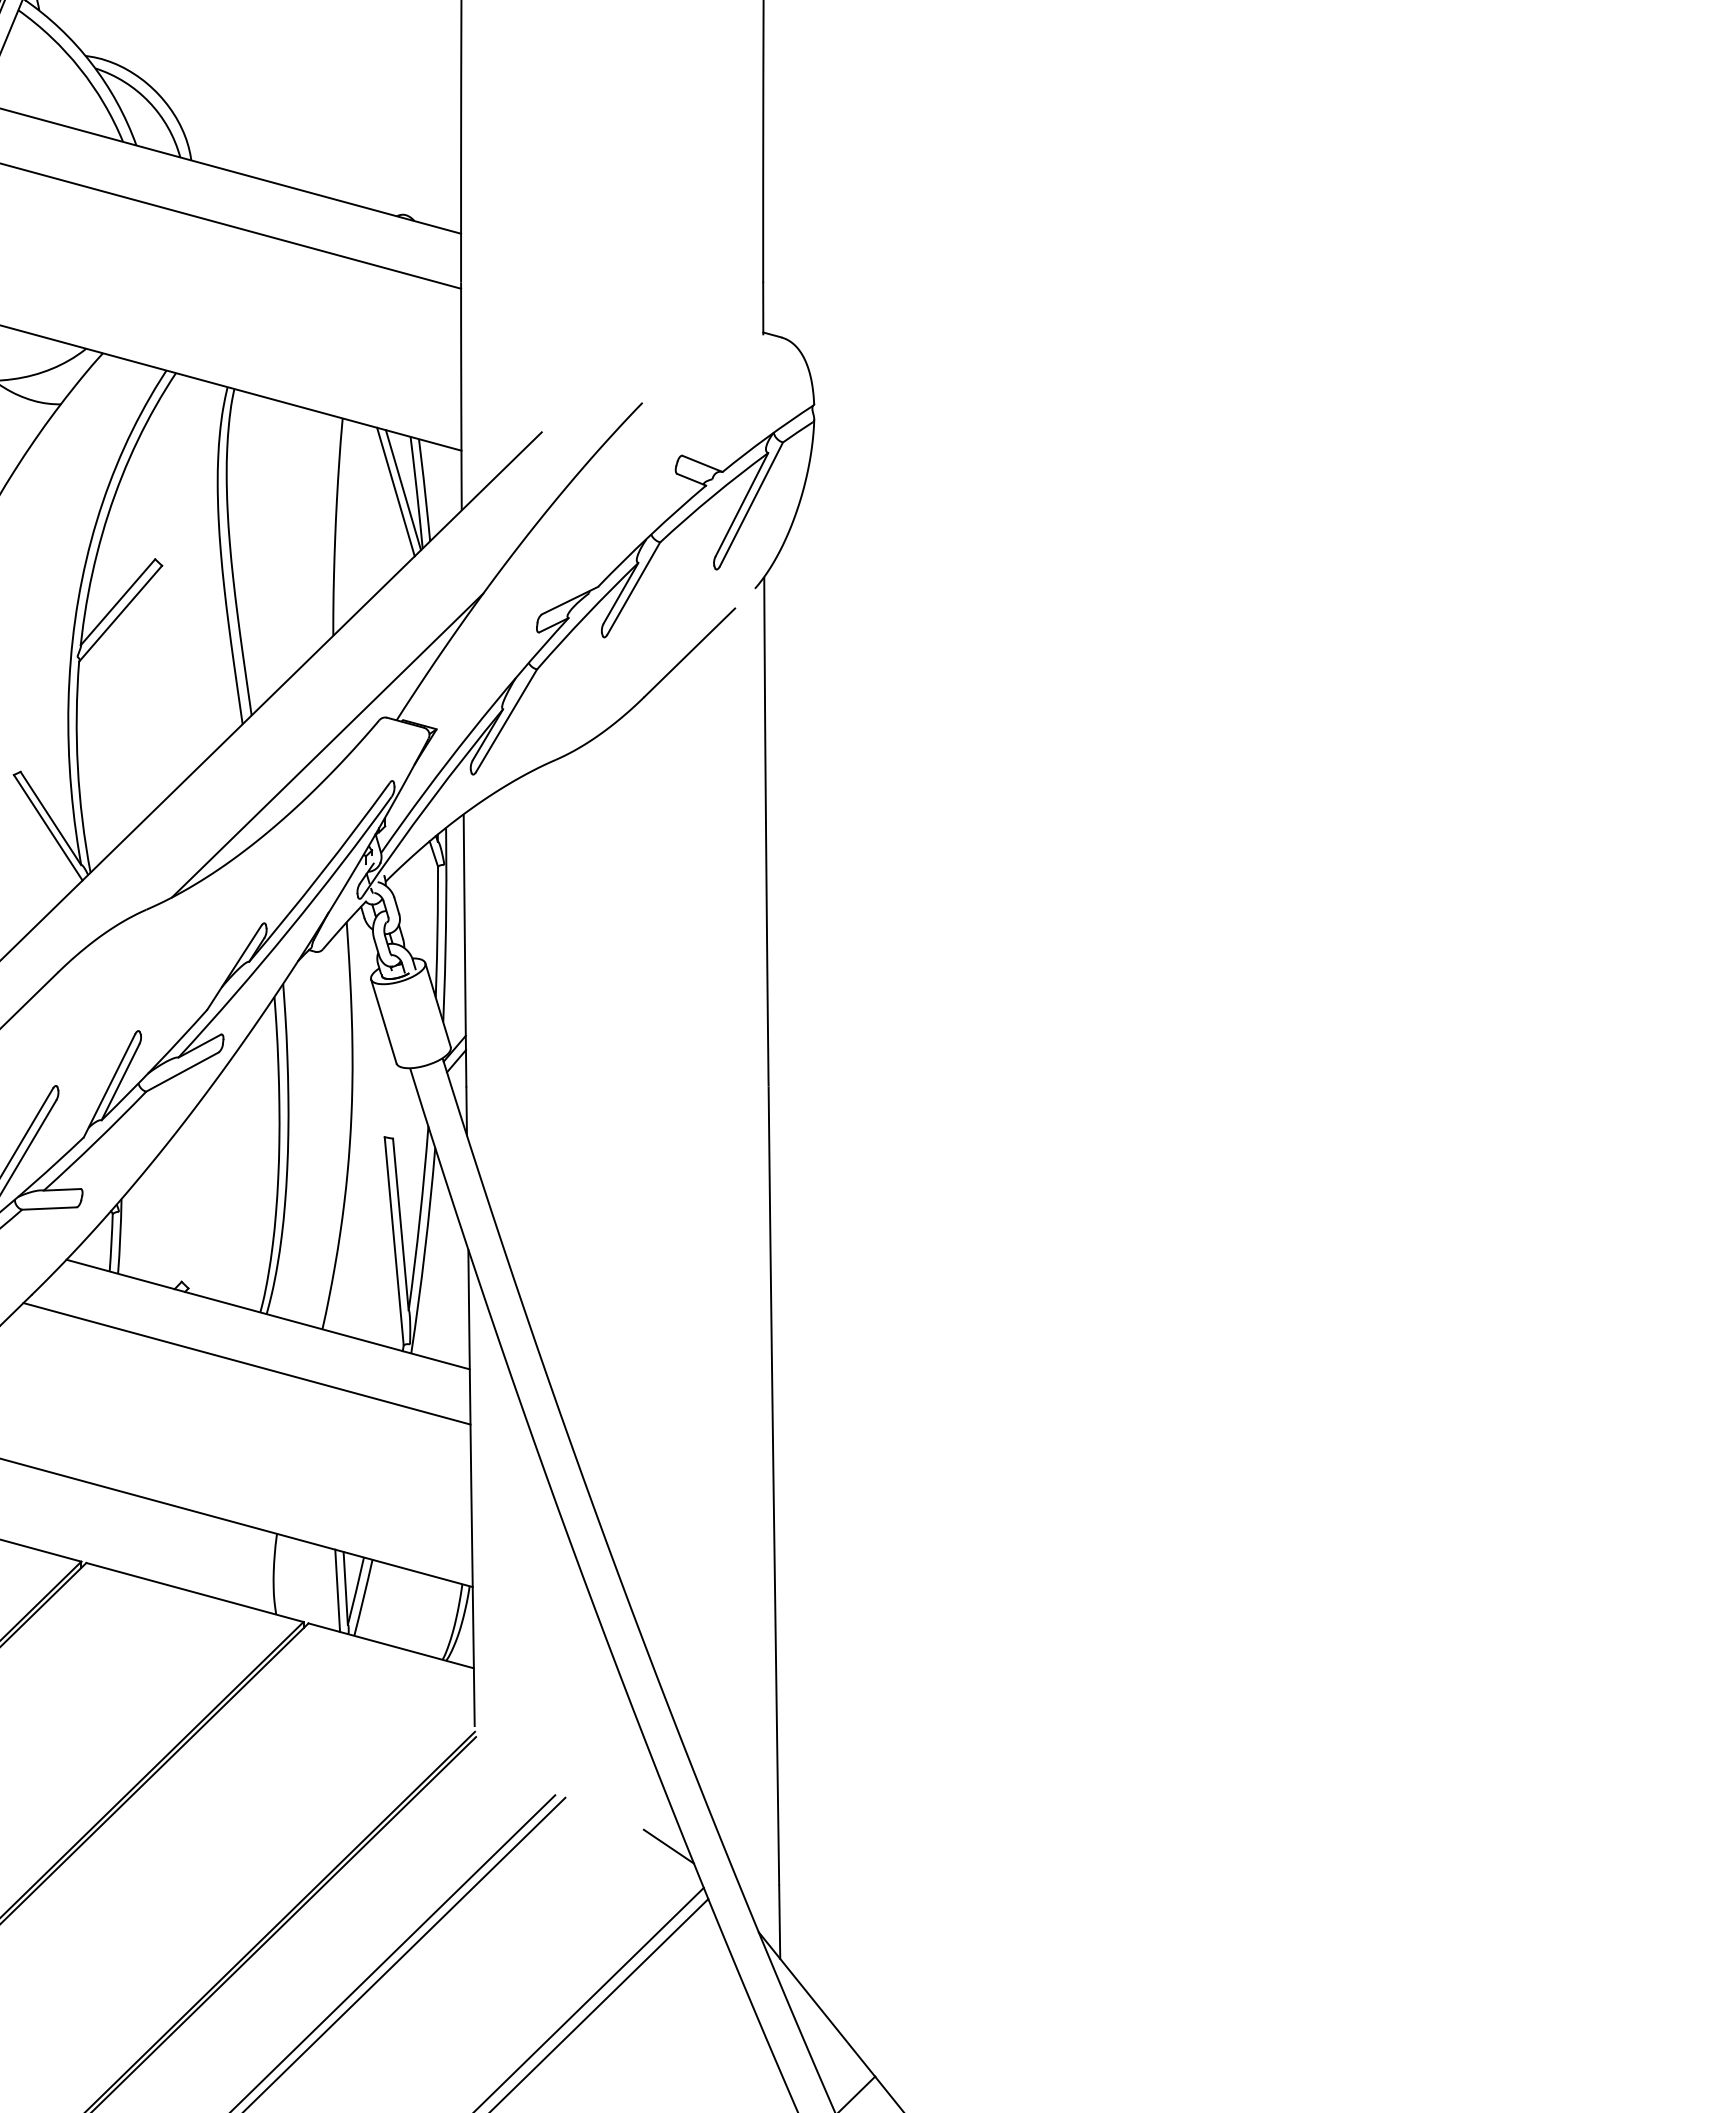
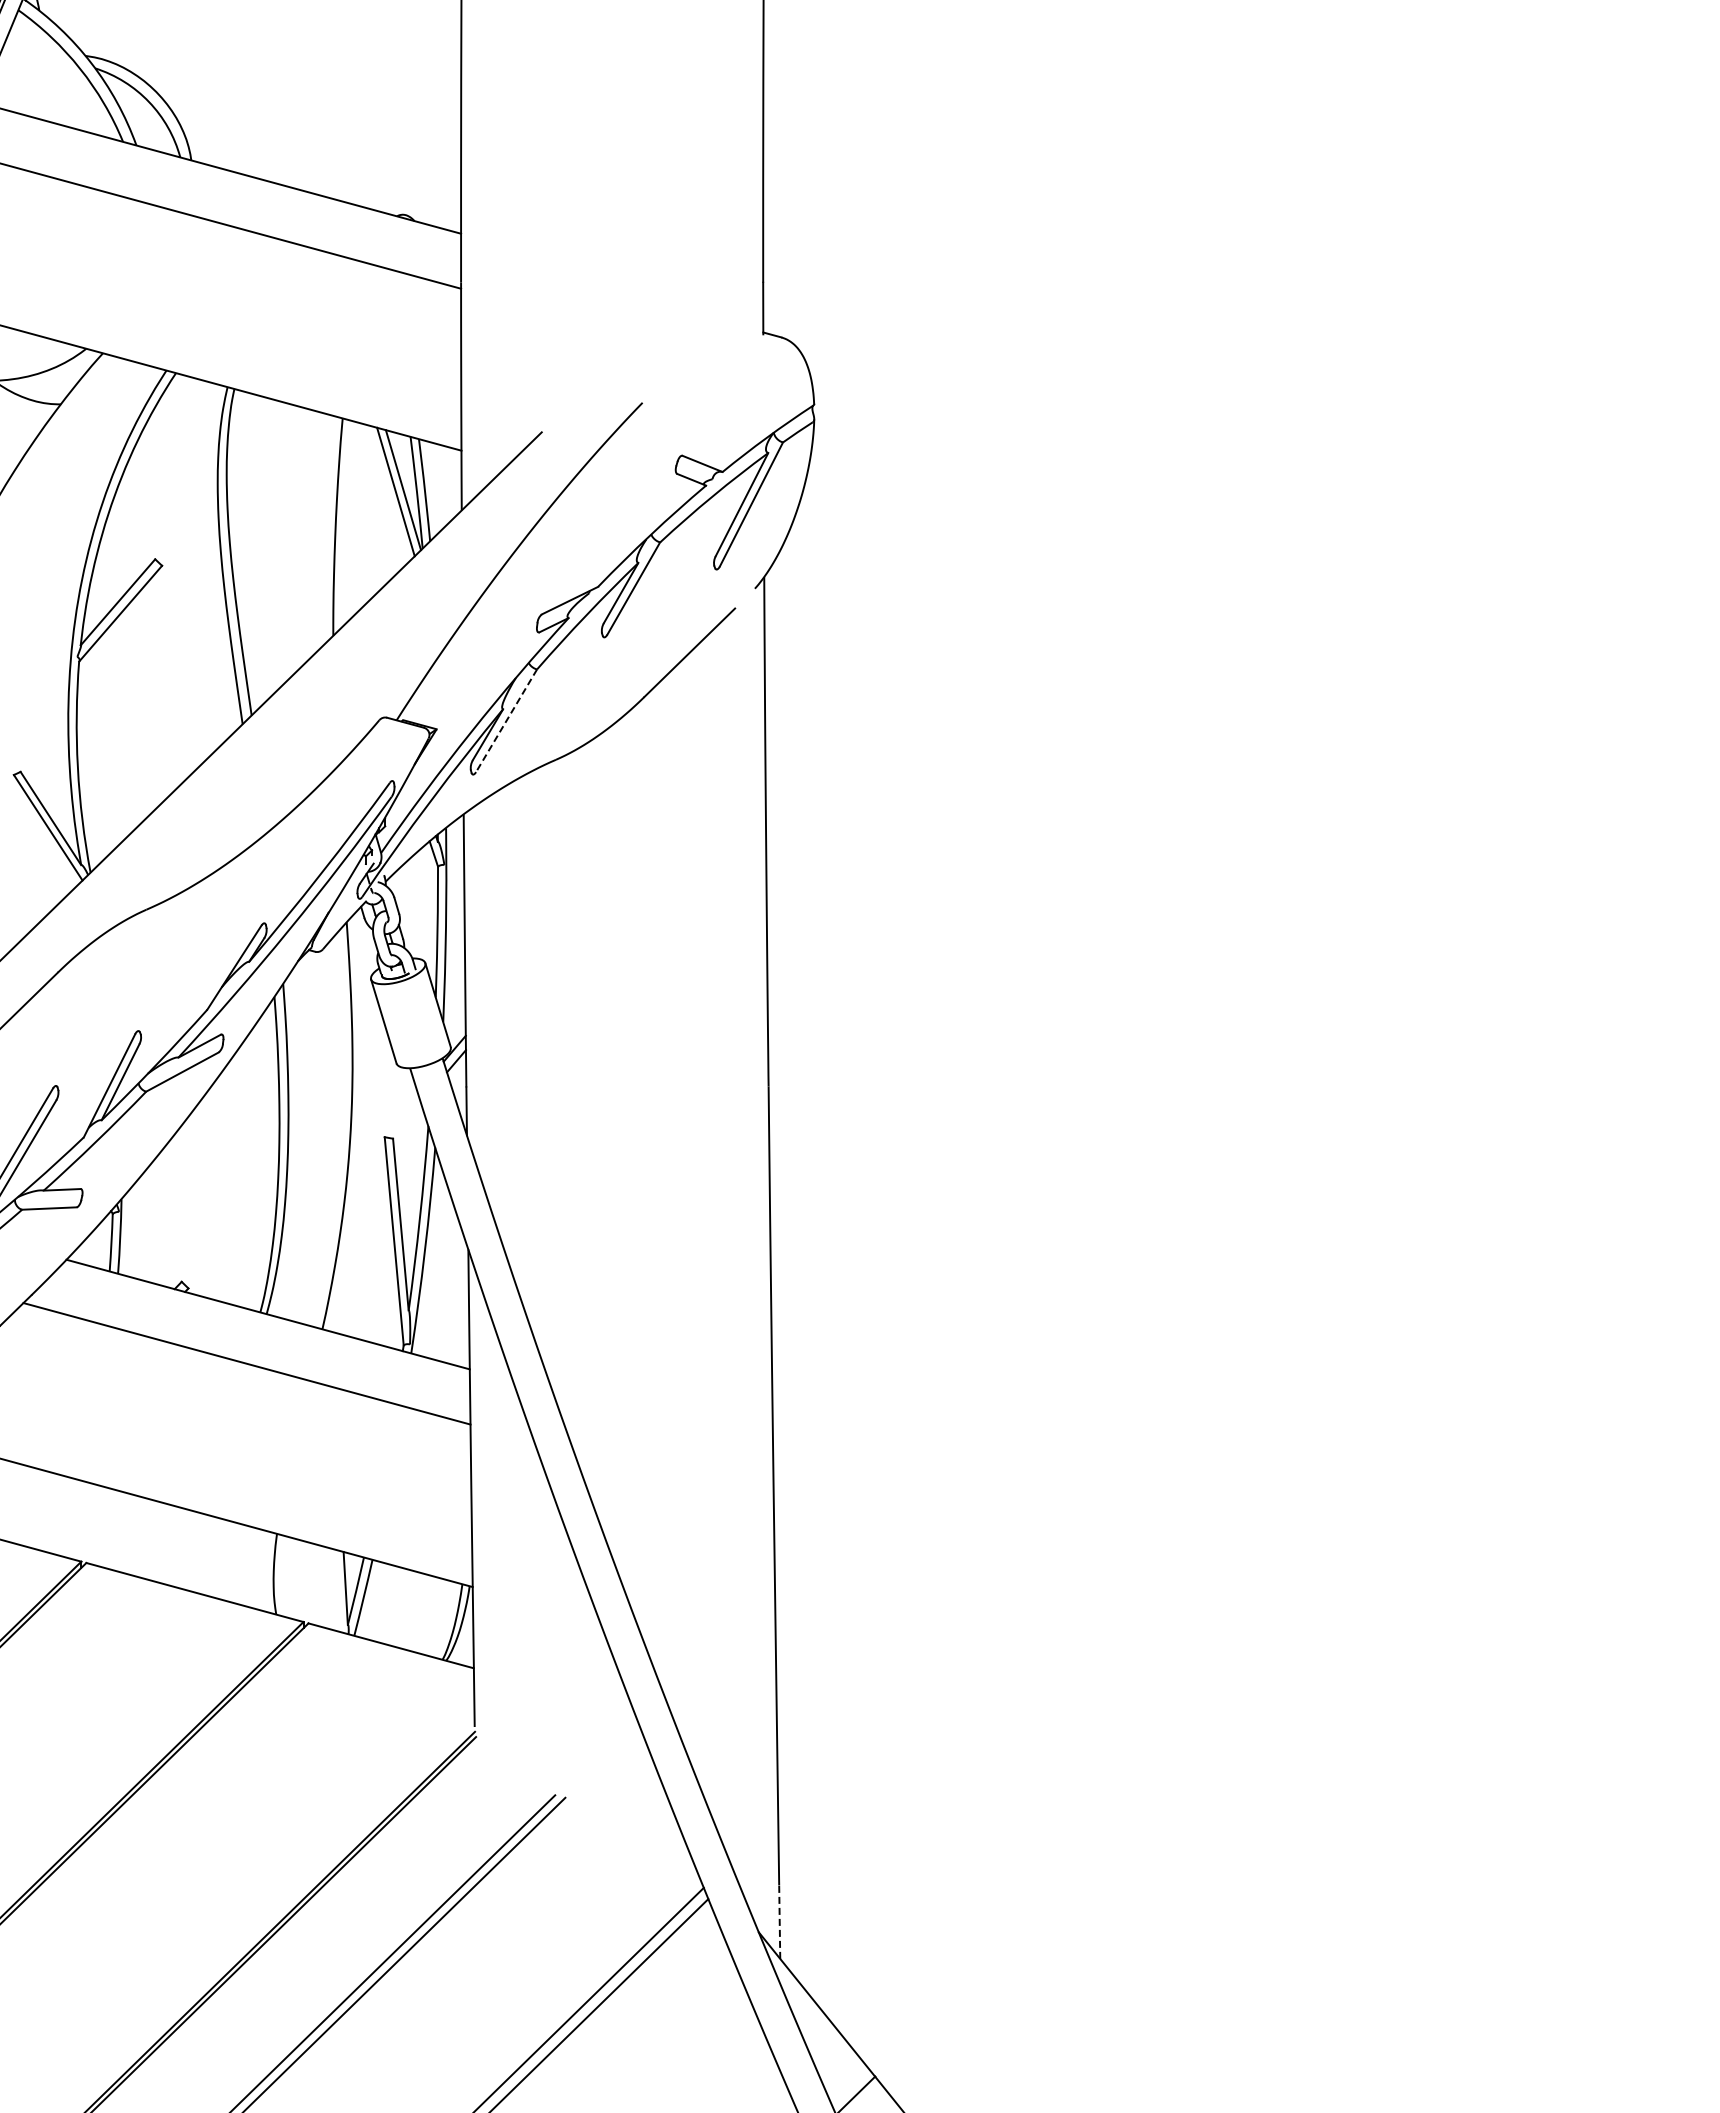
line at (506, 720): solid -> dashed
line at (327, 745): present -> none
line at (337, 1590): present -> none
line at (668, 1846): present -> none
line at (779, 1922): solid -> dashed
